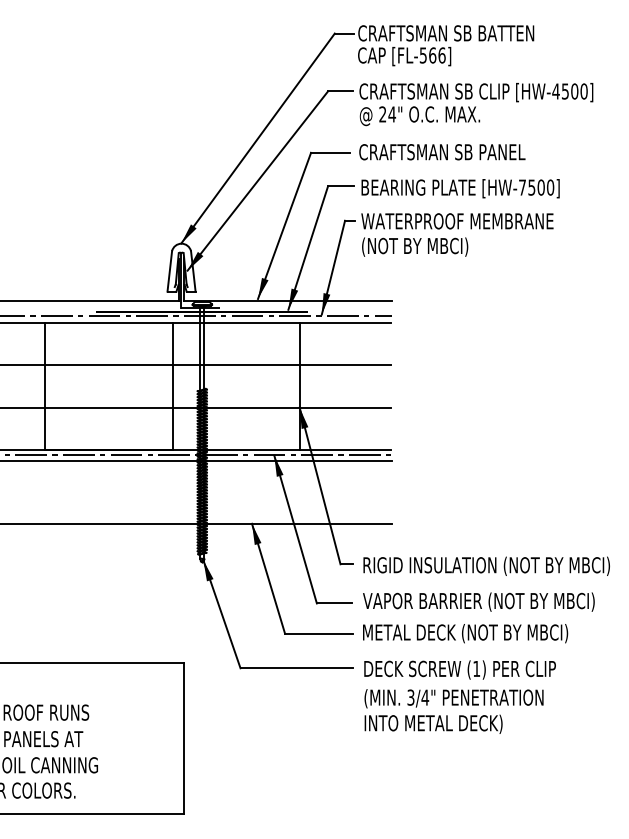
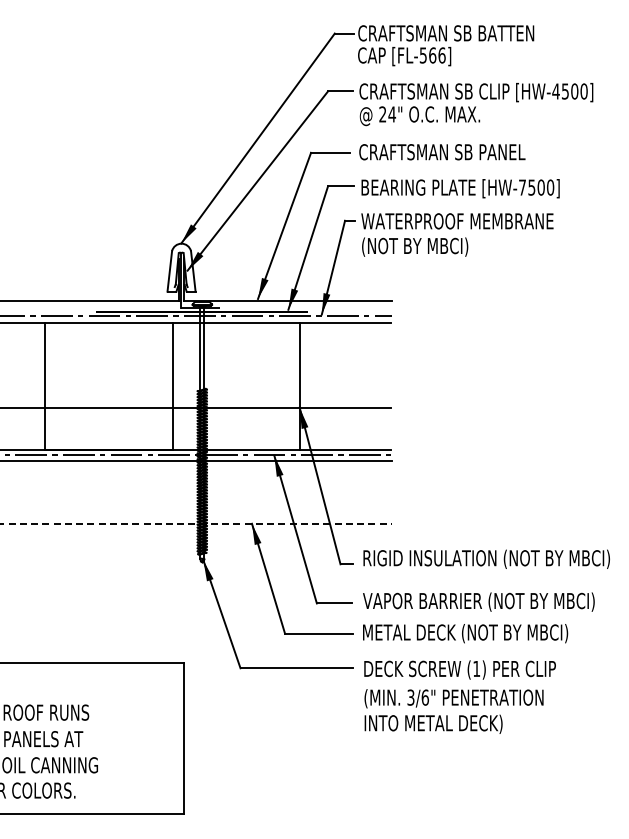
line at (196, 365): present -> none
line at (196, 524): solid -> dashed
text at (486, 565) position: (486, 565) -> (486, 558)
text at (425, 697): 3/4" -> 3/6"
